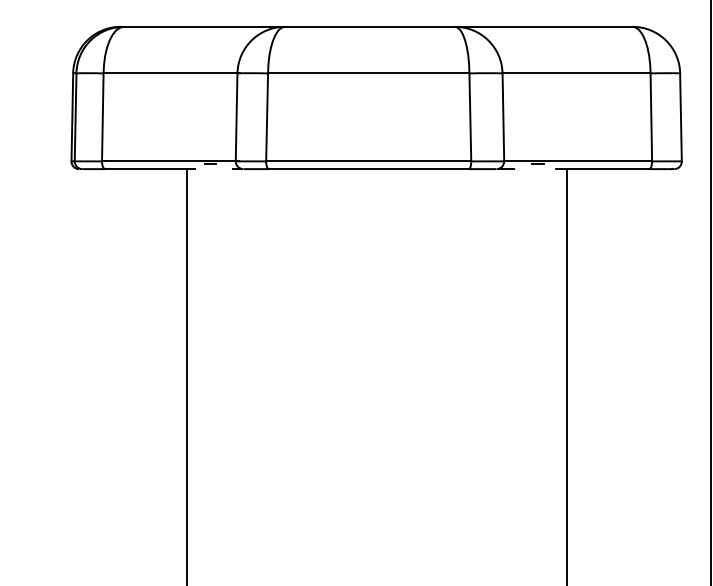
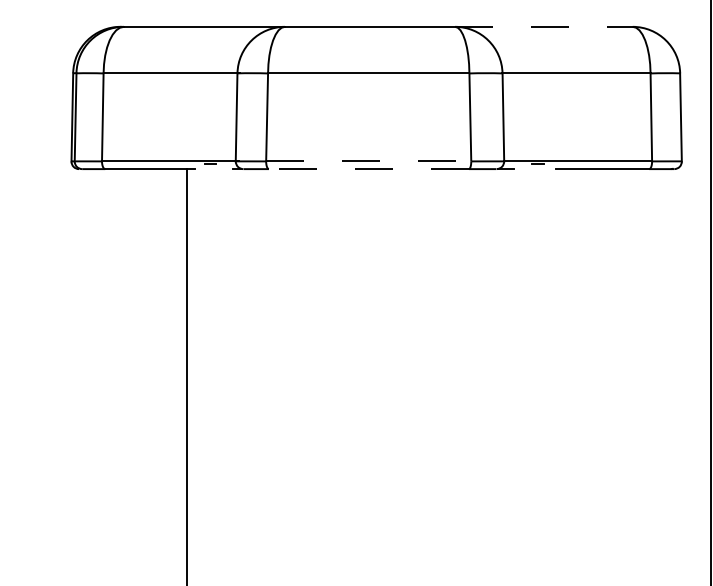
line at (543, 26): solid -> dashed
line at (368, 161): solid -> dashed
line at (368, 169): solid -> dashed
line at (566, 375): present -> none
